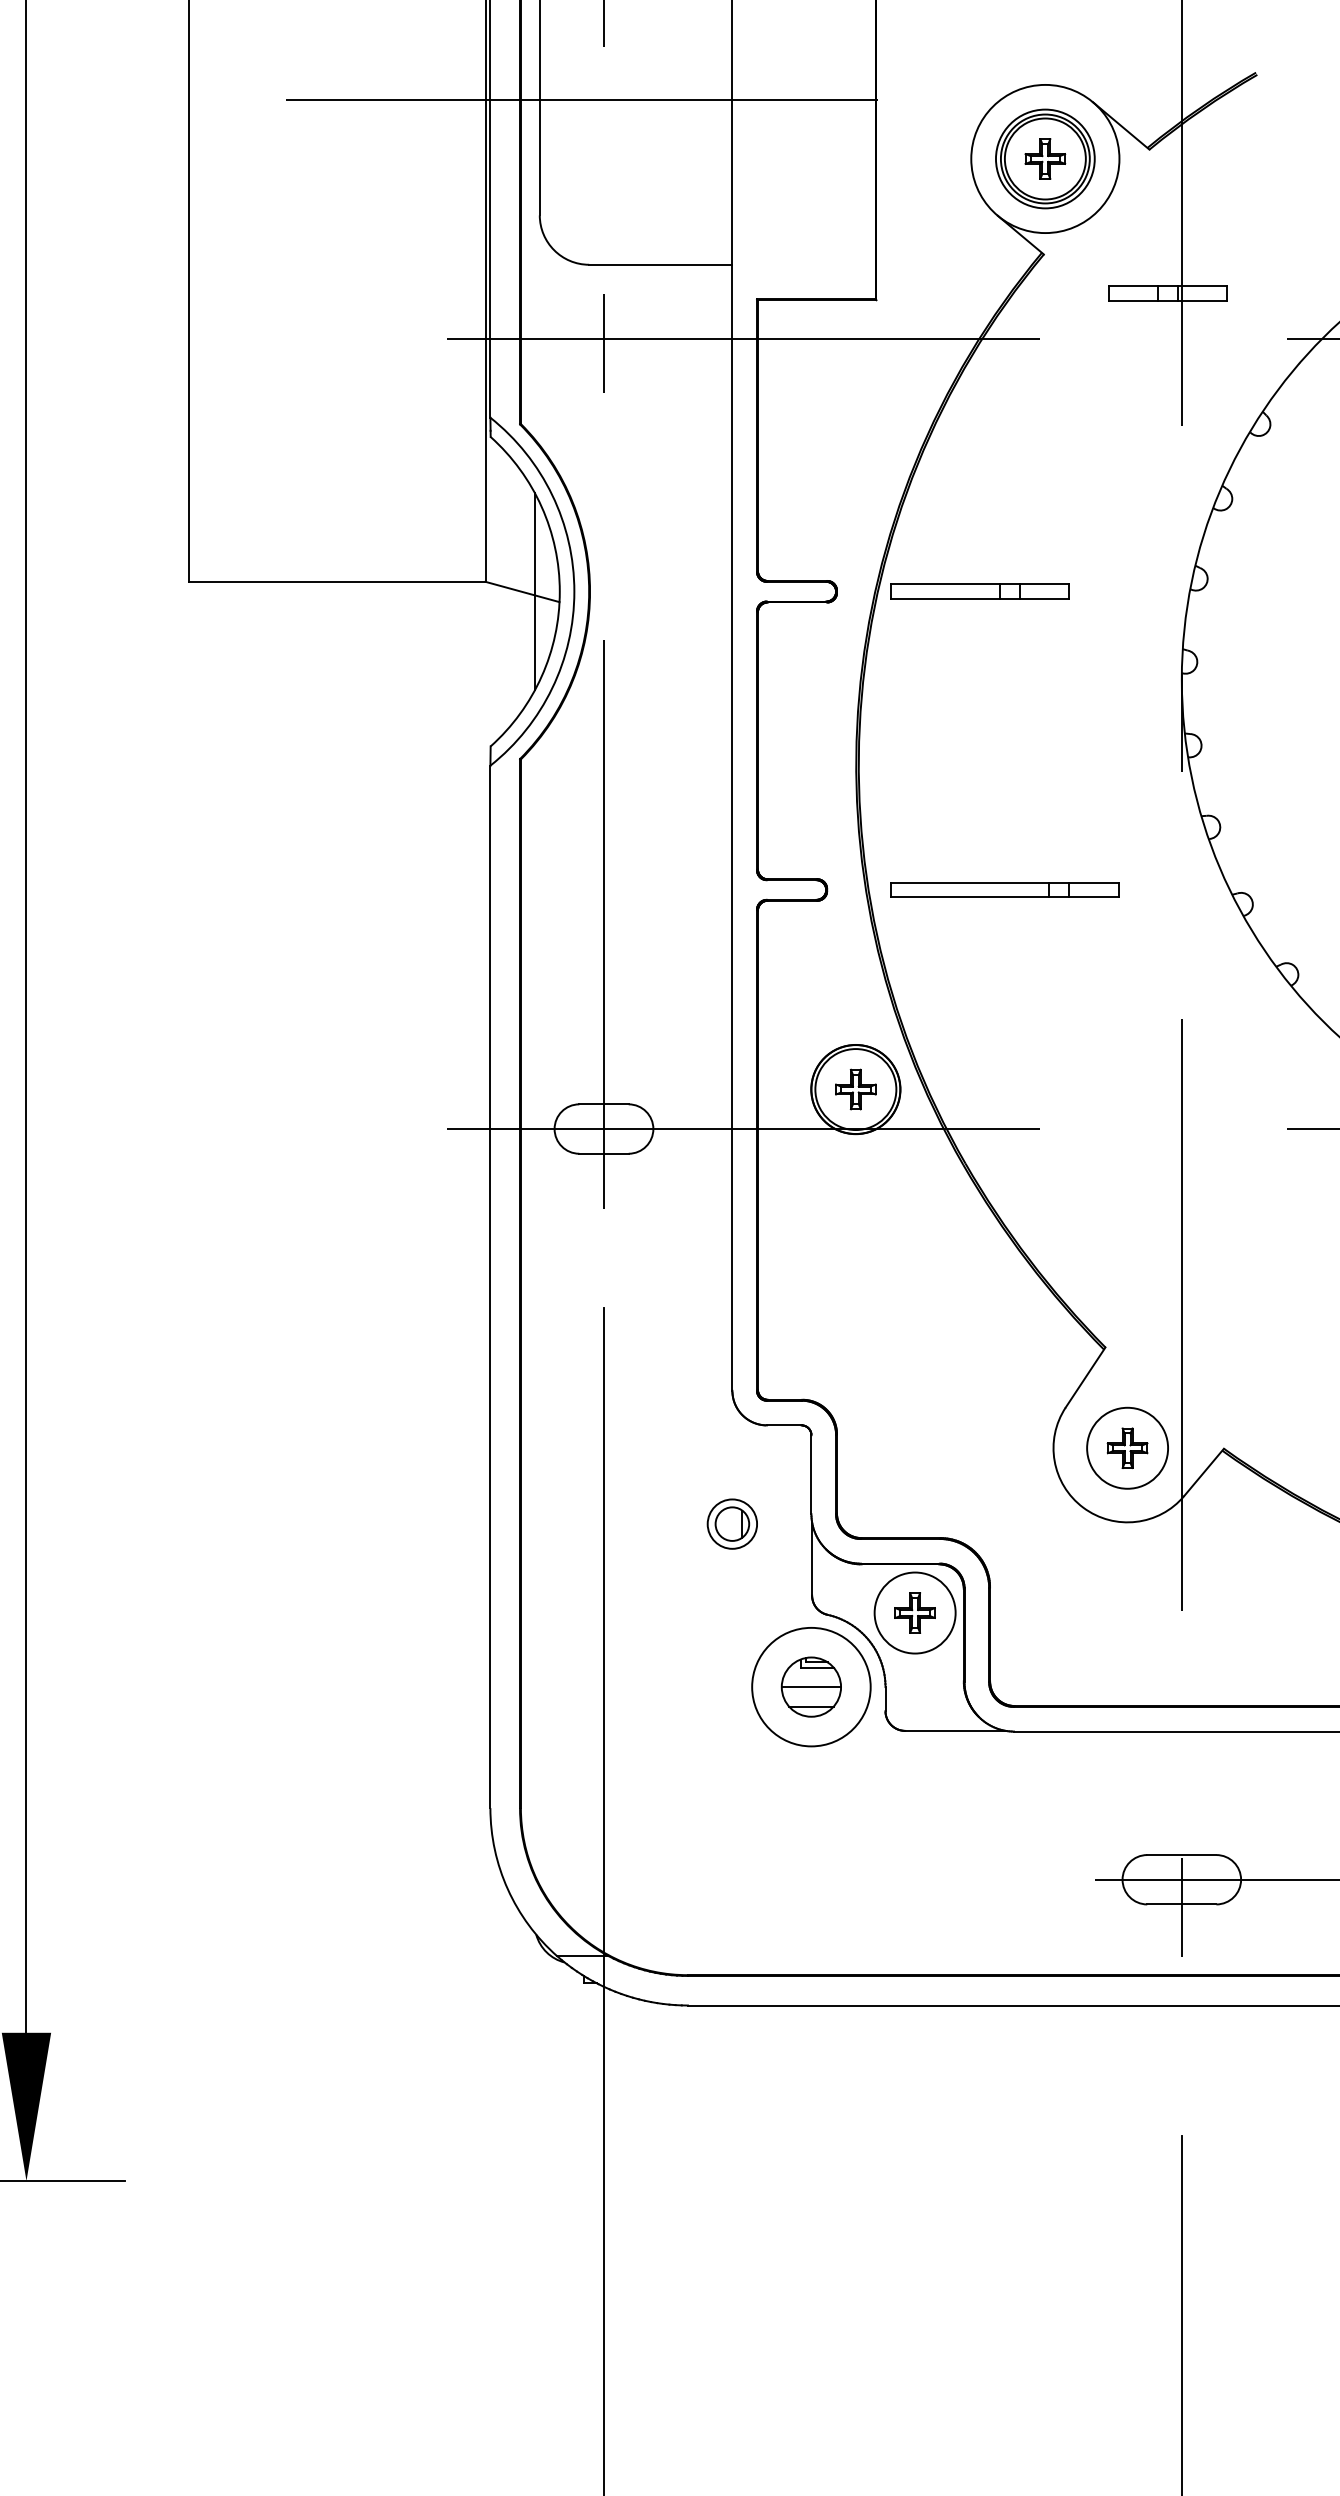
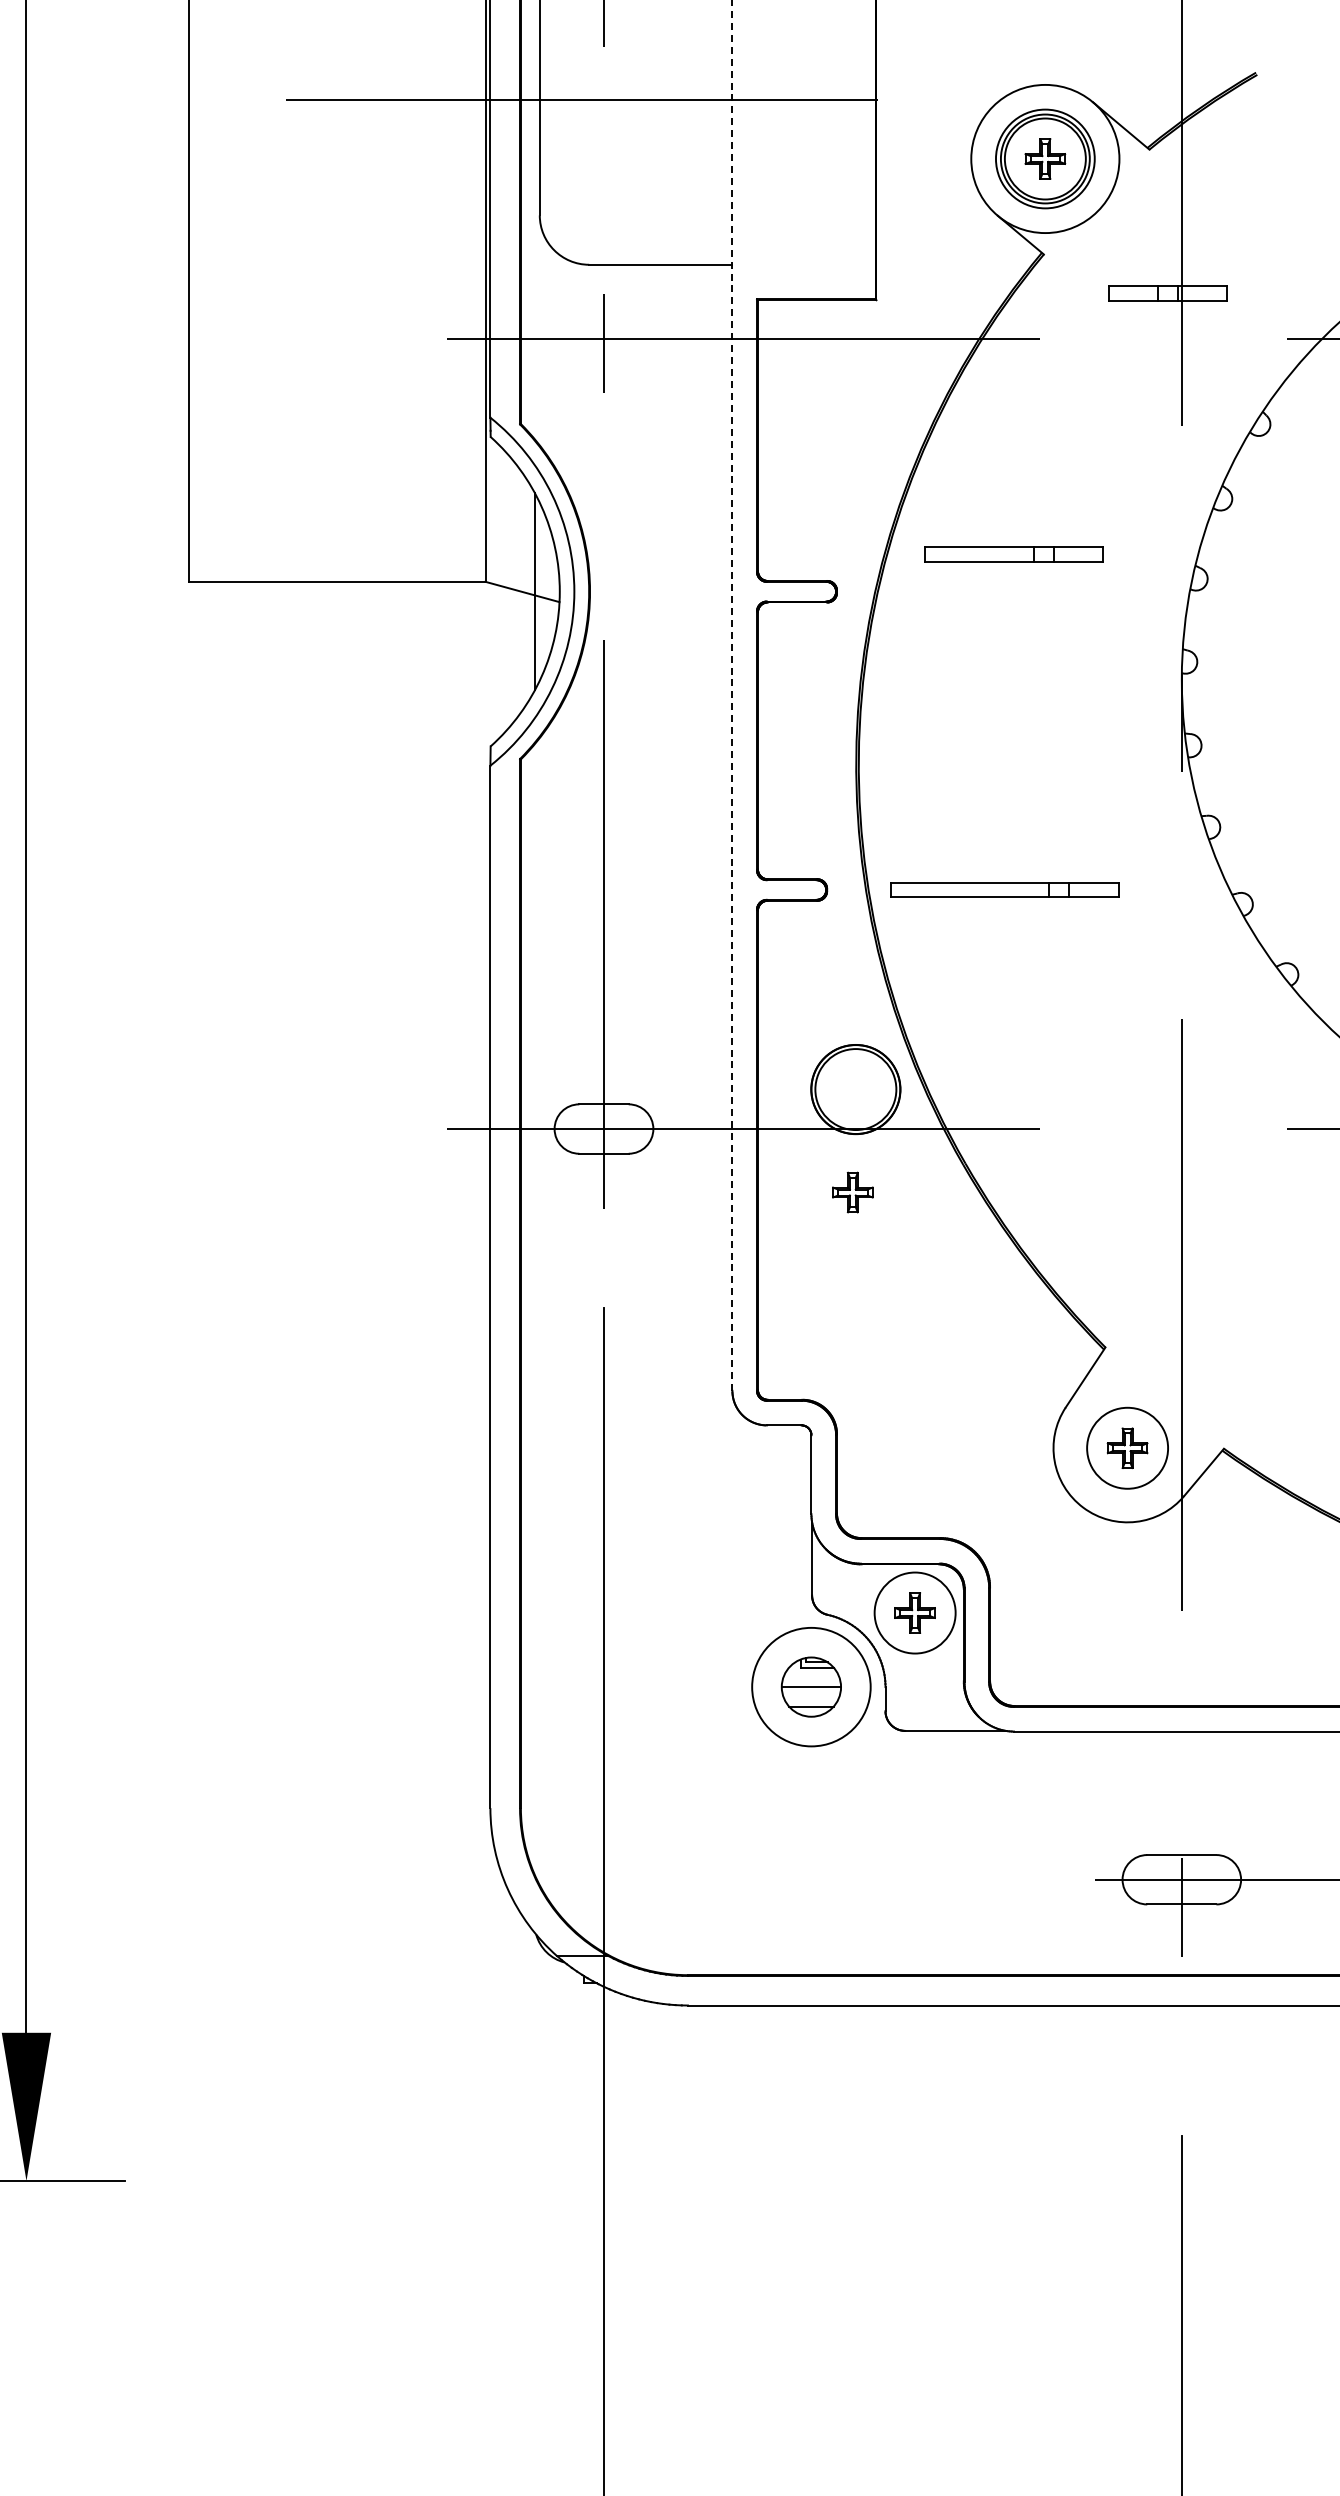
part at (979, 591) position: (979, 591) -> (1013, 554)
line at (732, 695): solid -> dashed
part at (855, 1089) position: (855, 1089) -> (852, 1192)
part at (731, 1523): present -> none
